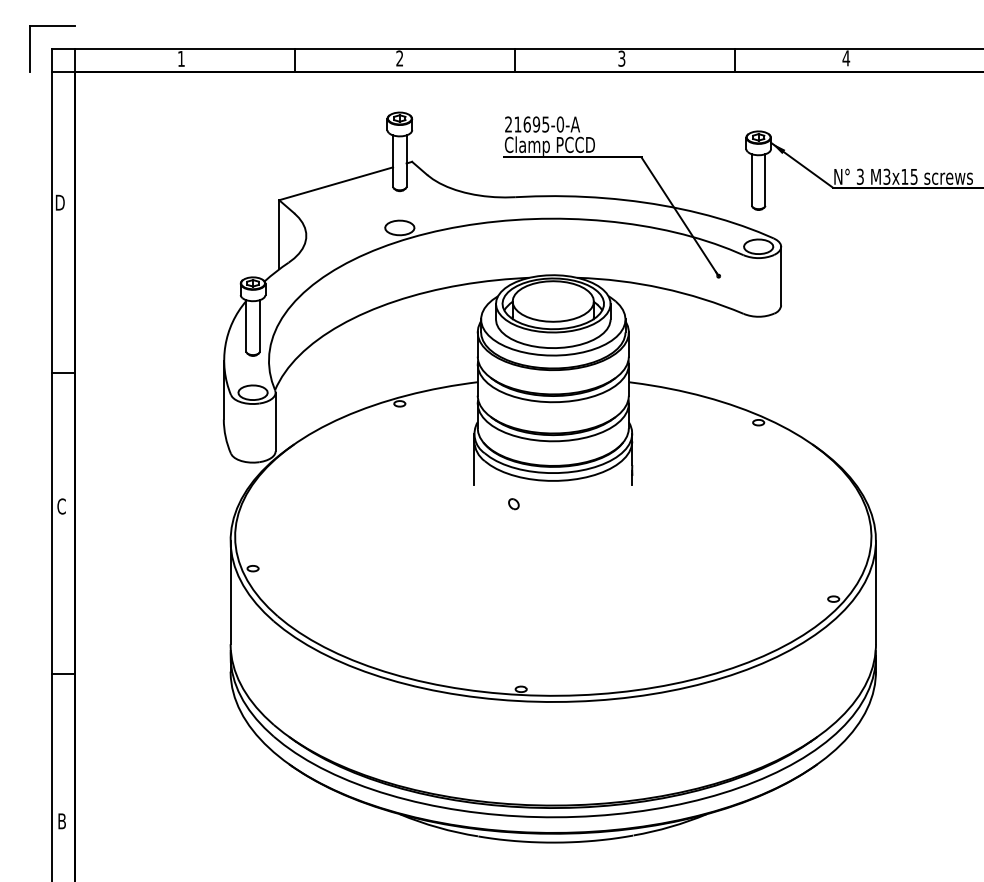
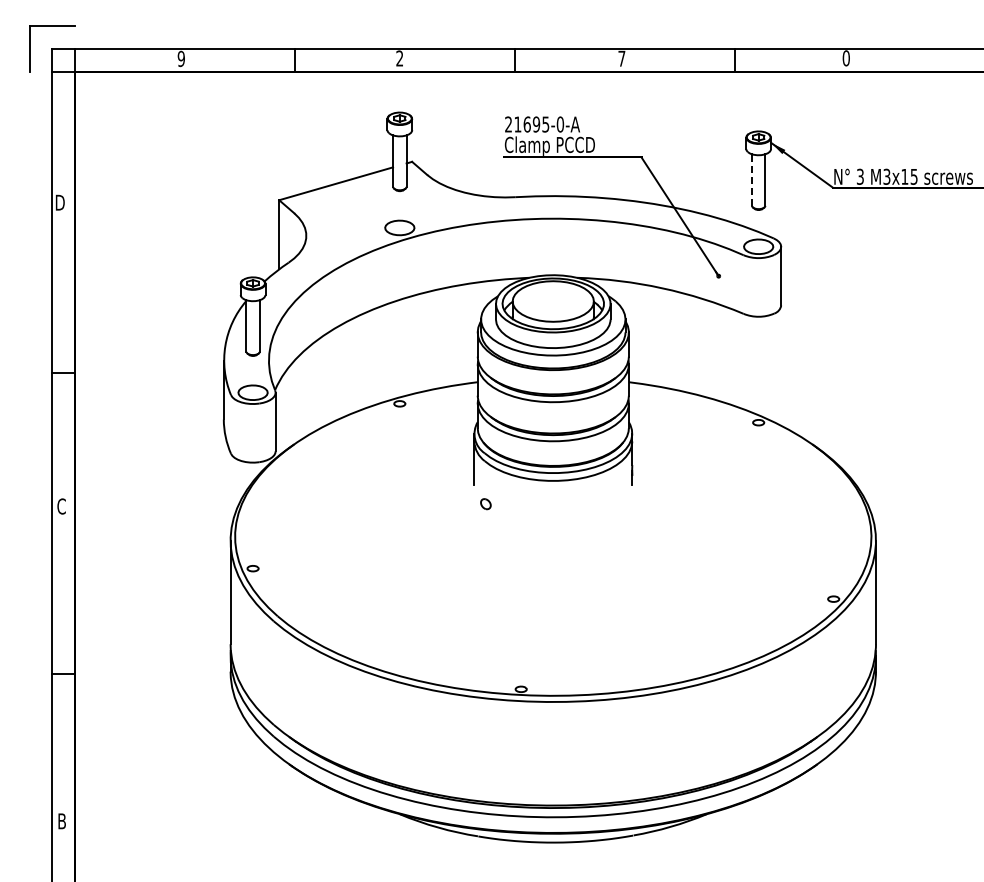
text at (180, 58): 1 -> 9
text at (621, 58): 3 -> 7
text at (846, 58): 4 -> 0
line at (751, 180): solid -> dashed
part at (513, 504) position: (513, 504) -> (485, 504)
